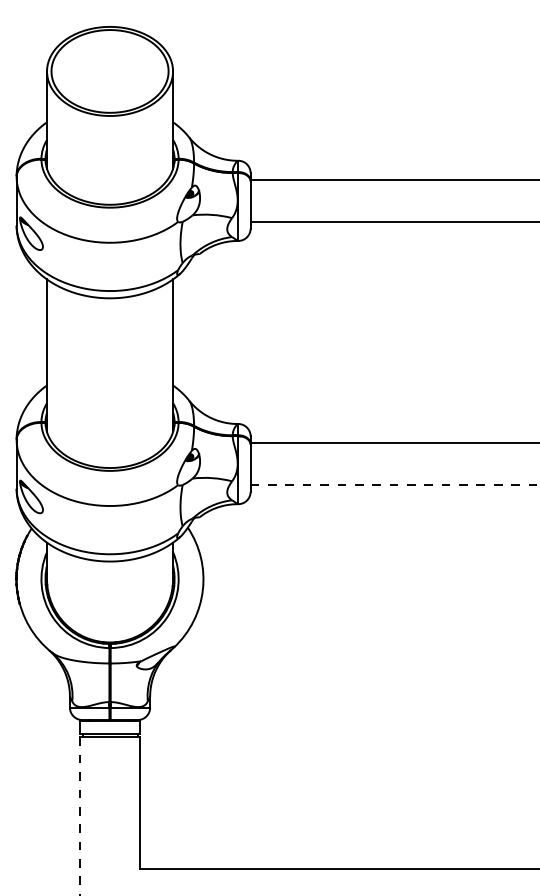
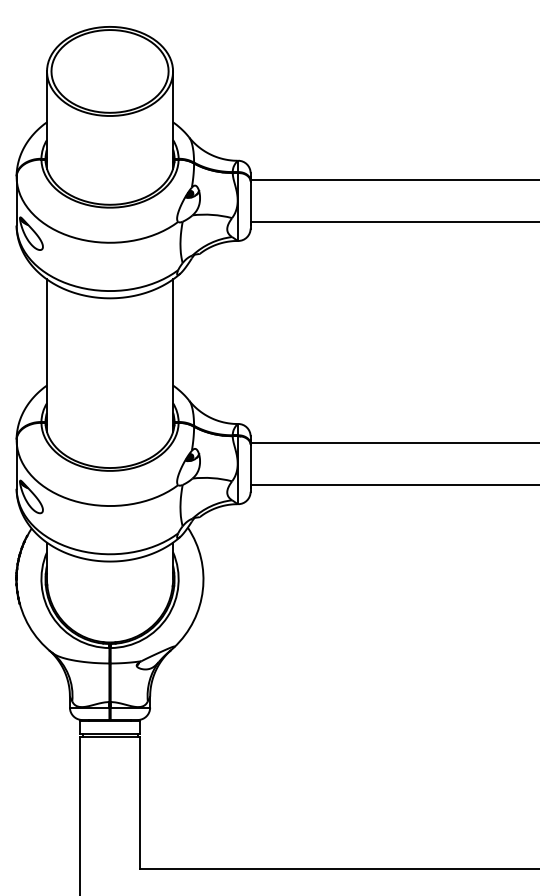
line at (395, 485): dashed -> solid
line at (80, 816): dashed -> solid
